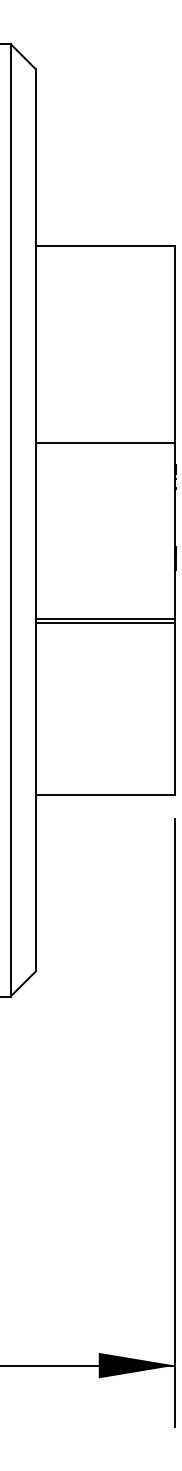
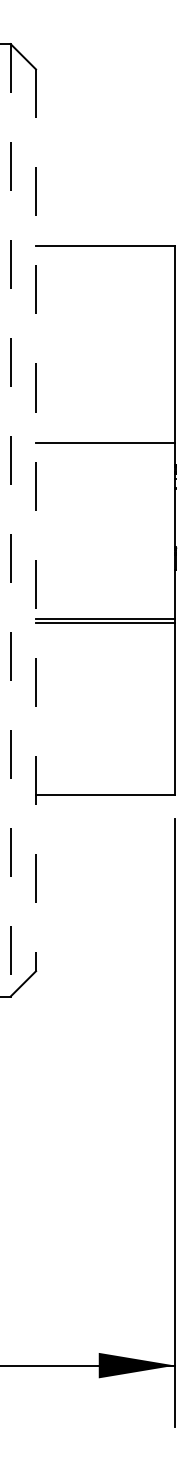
line at (10, 520): solid -> dashed
line at (36, 520): solid -> dashed
